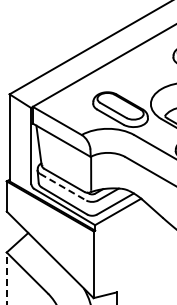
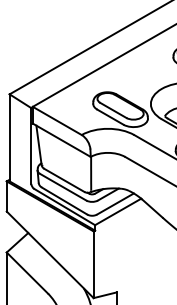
line at (63, 187): dashed -> solid
line at (6, 278): dashed -> solid
